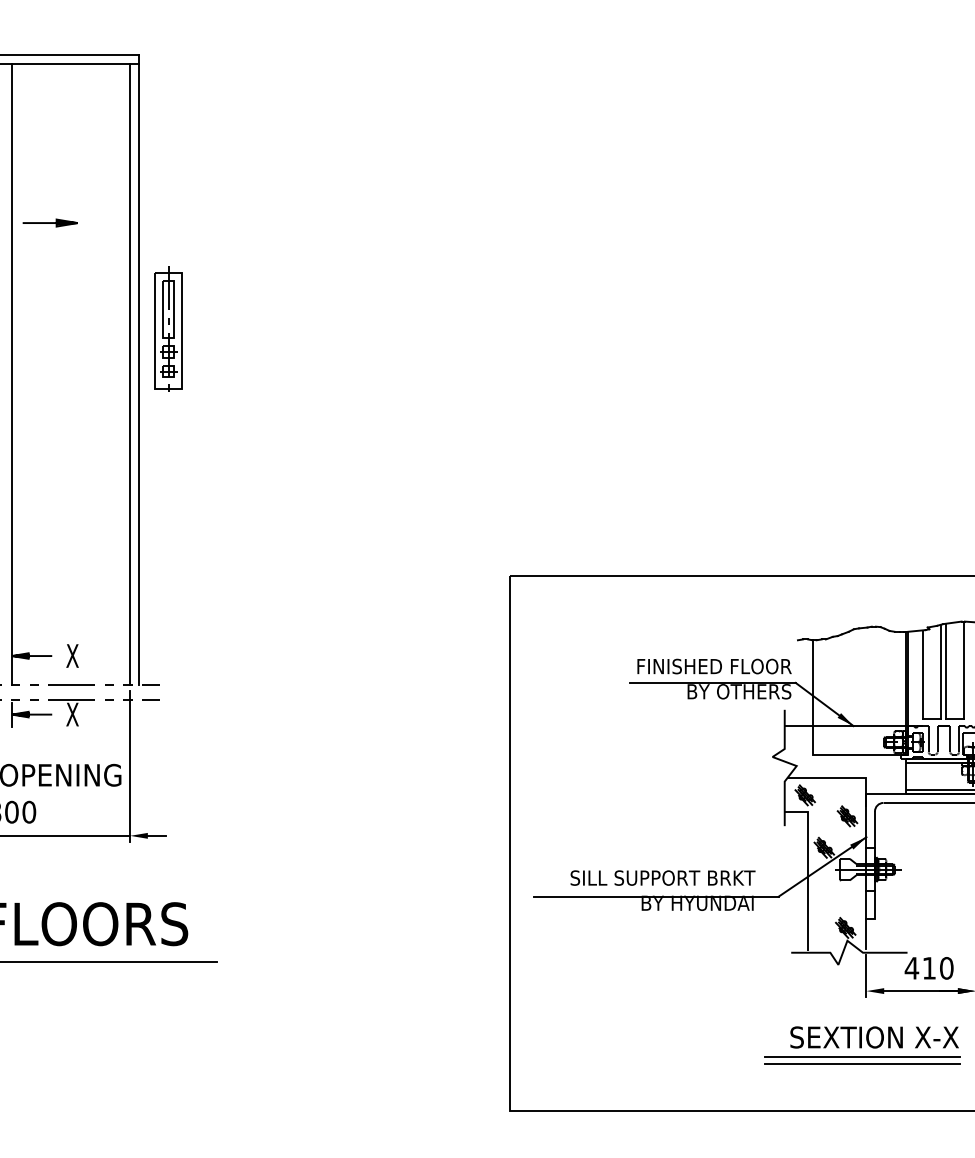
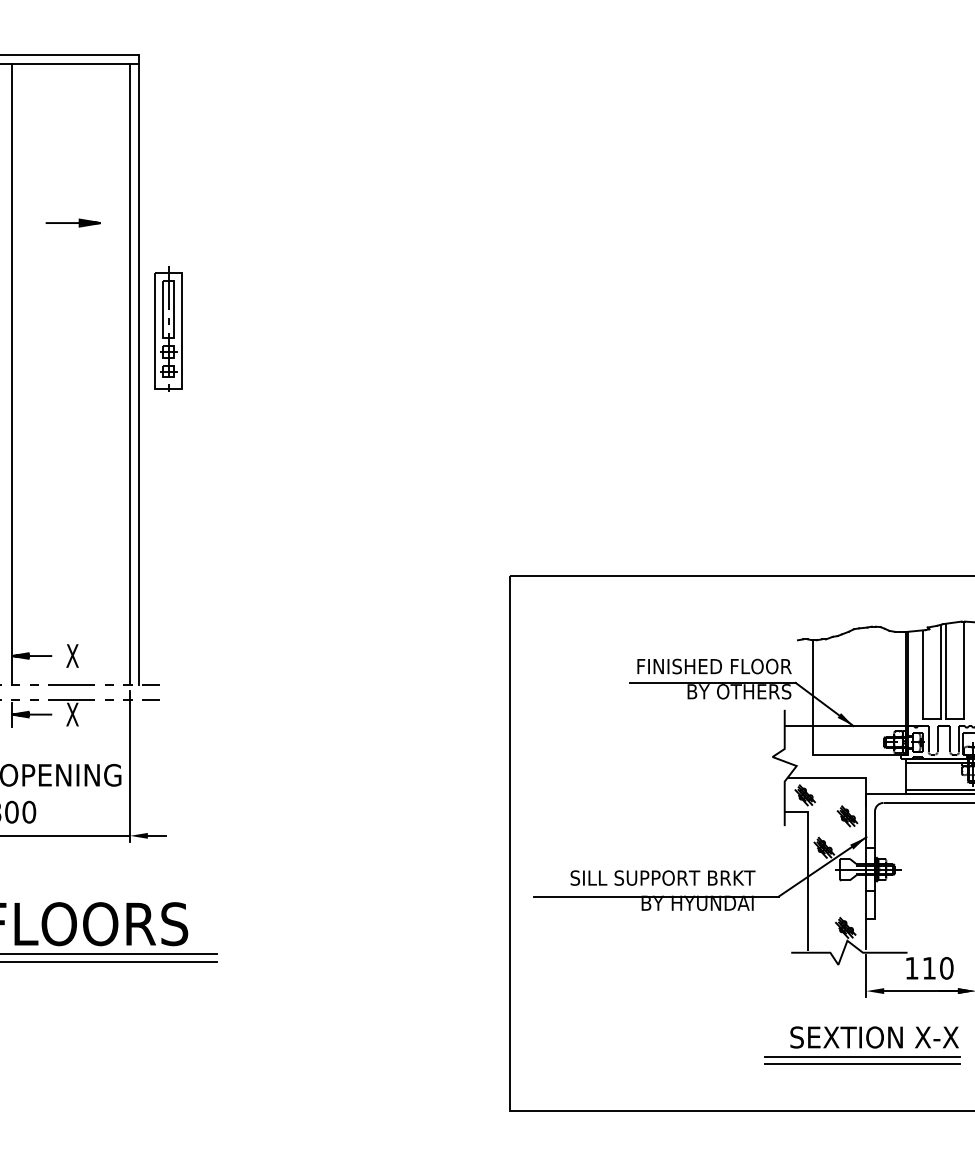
part at (49, 222) position: (49, 222) -> (72, 222)
line at (109, 953): none -> present
text at (911, 968): 410 -> 110
